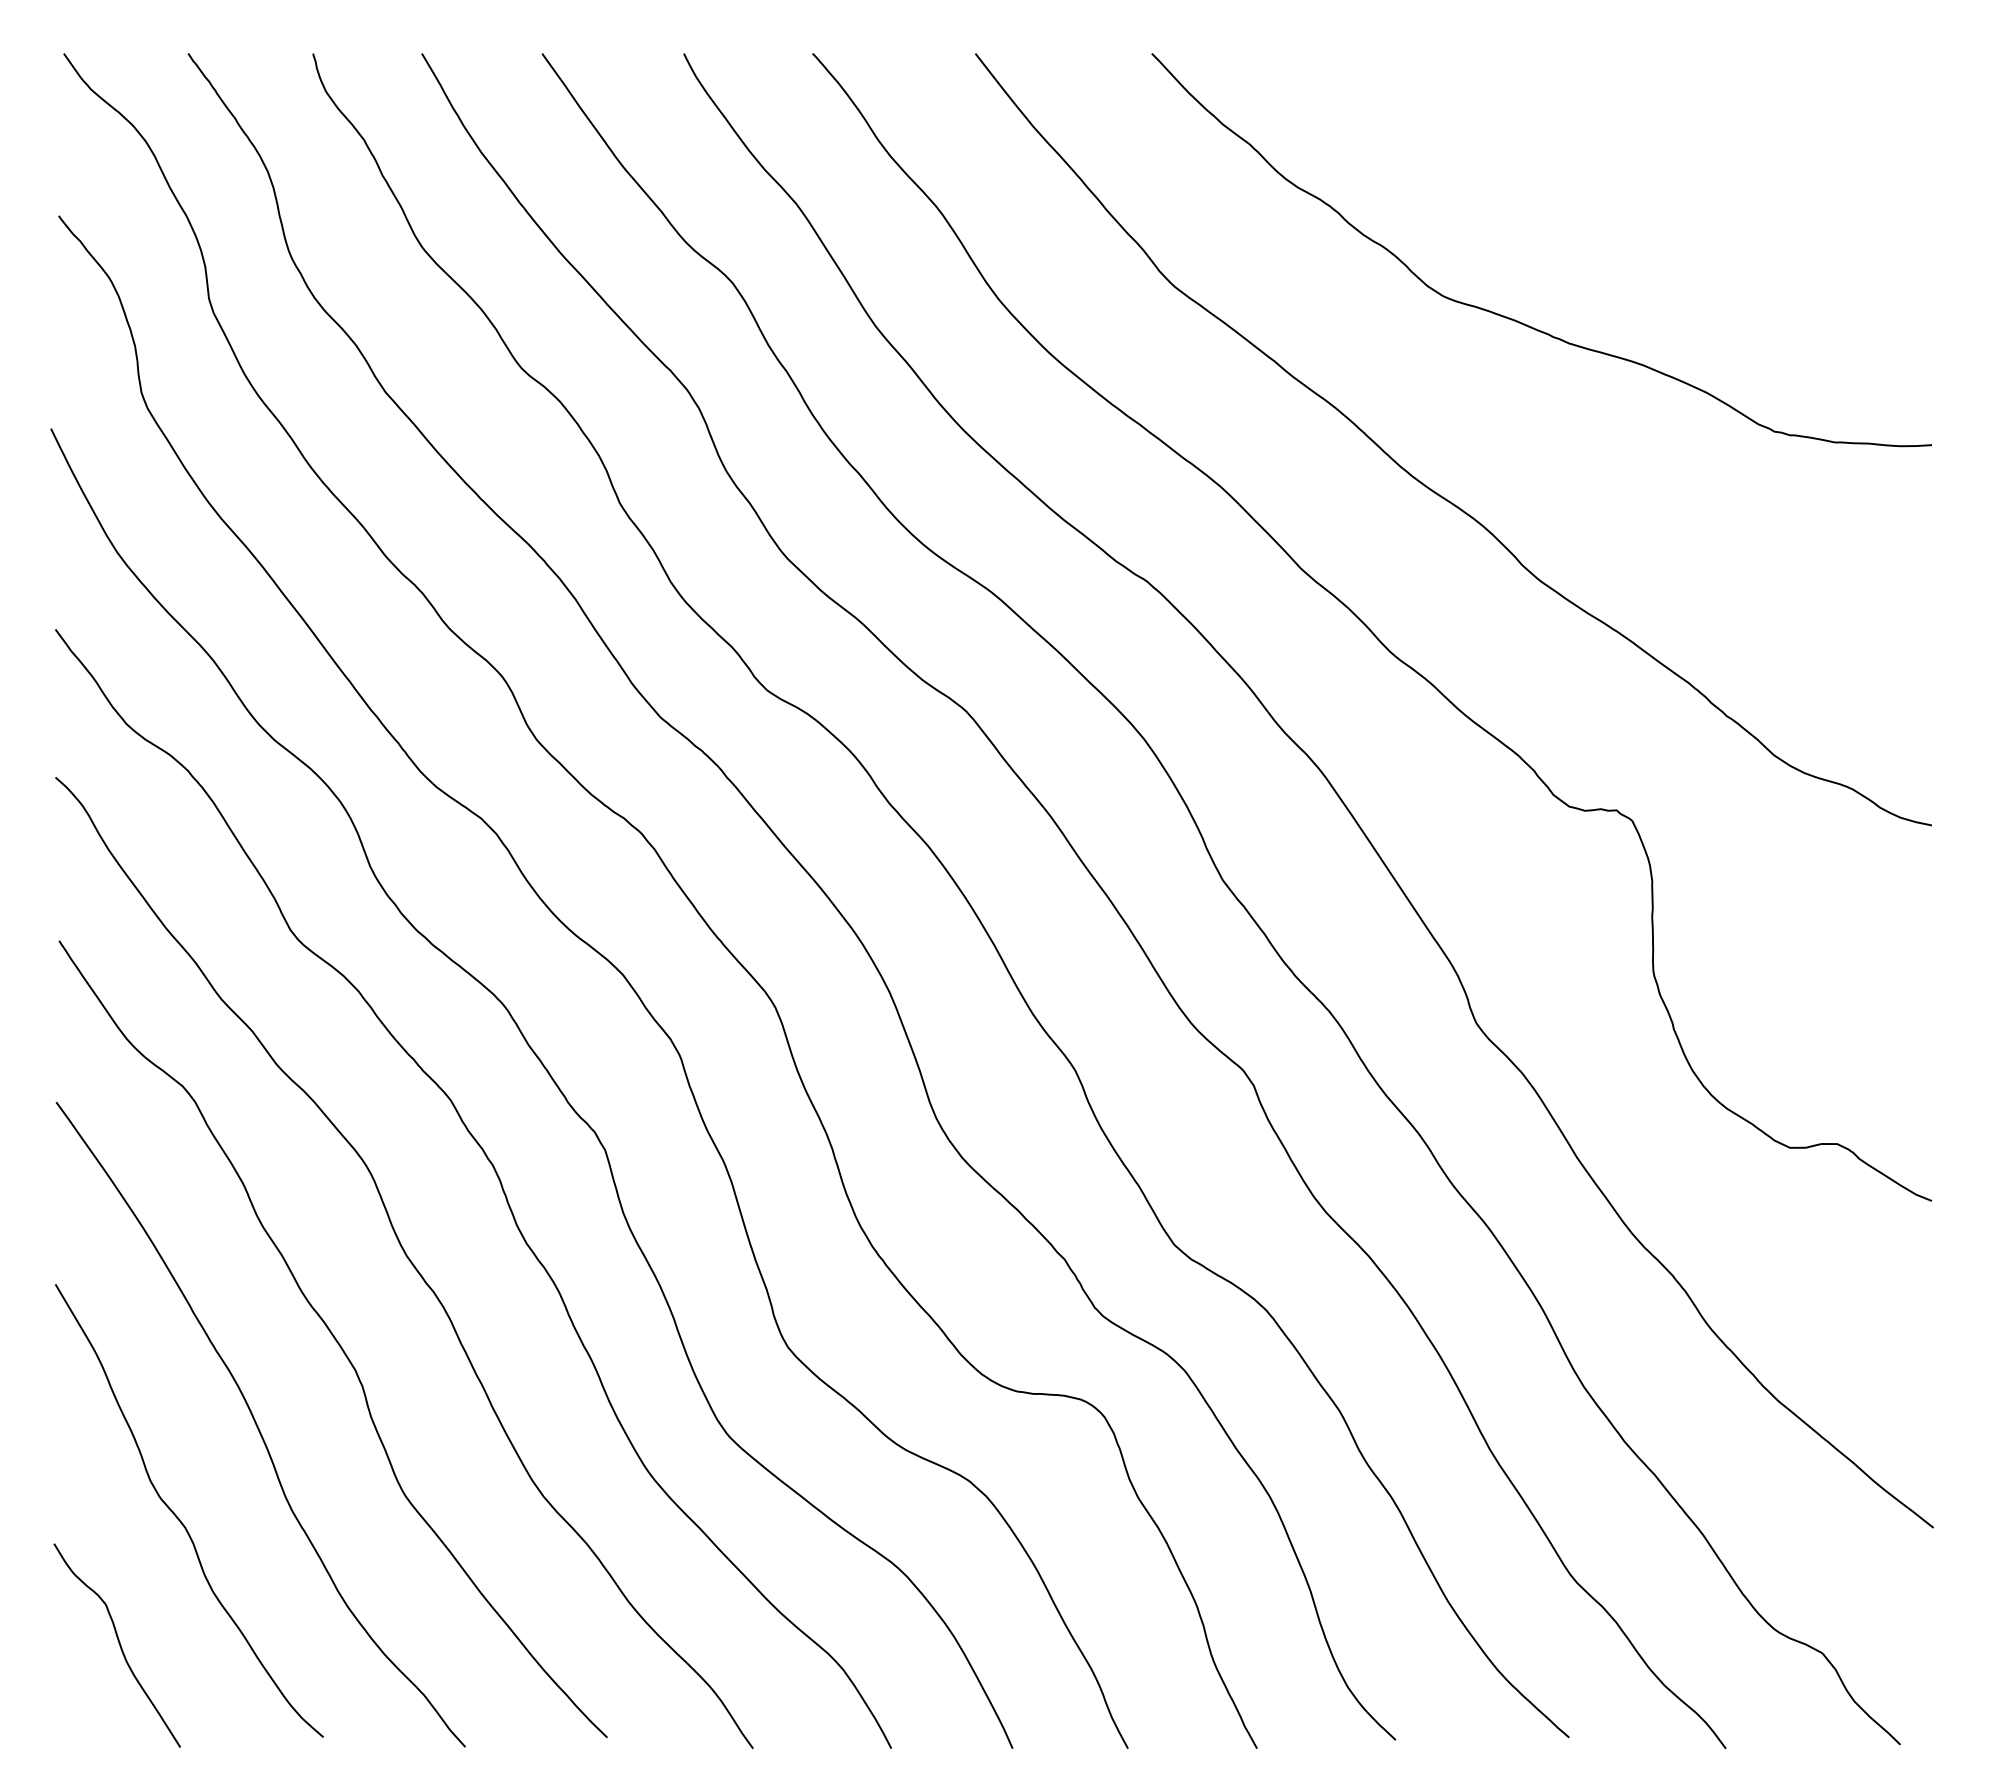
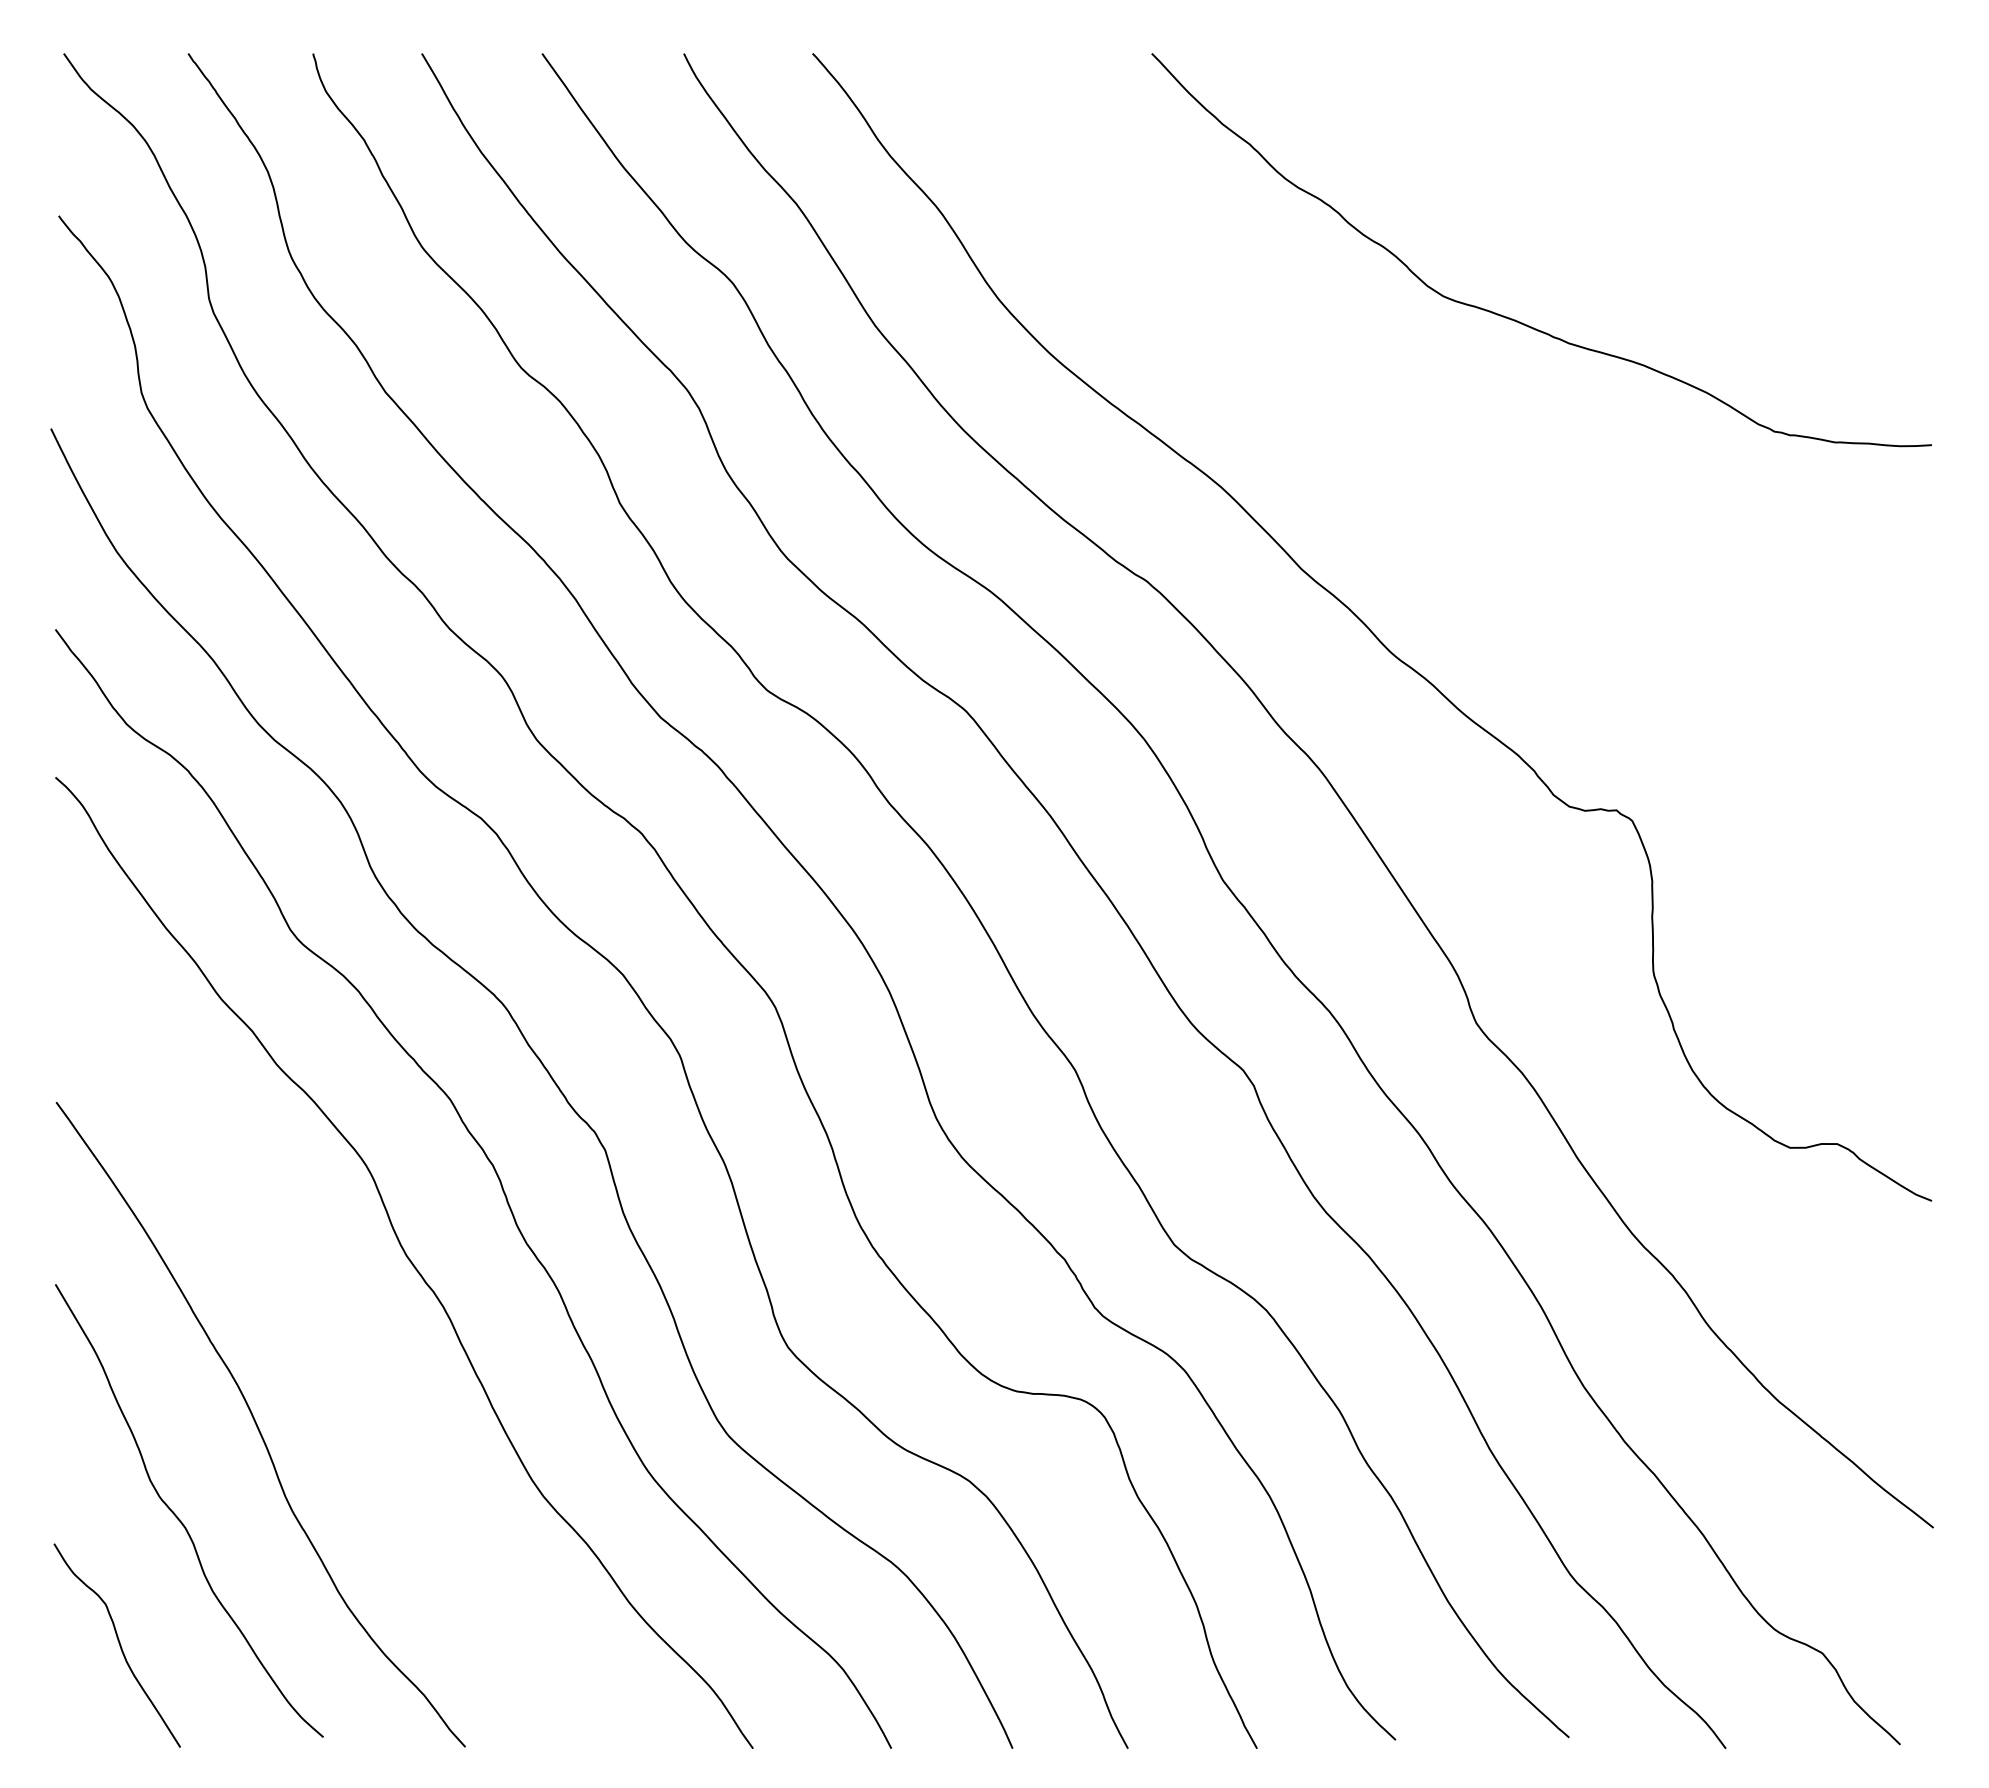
curve at (1421, 481): present -> none
curve at (334, 1339): present -> none
